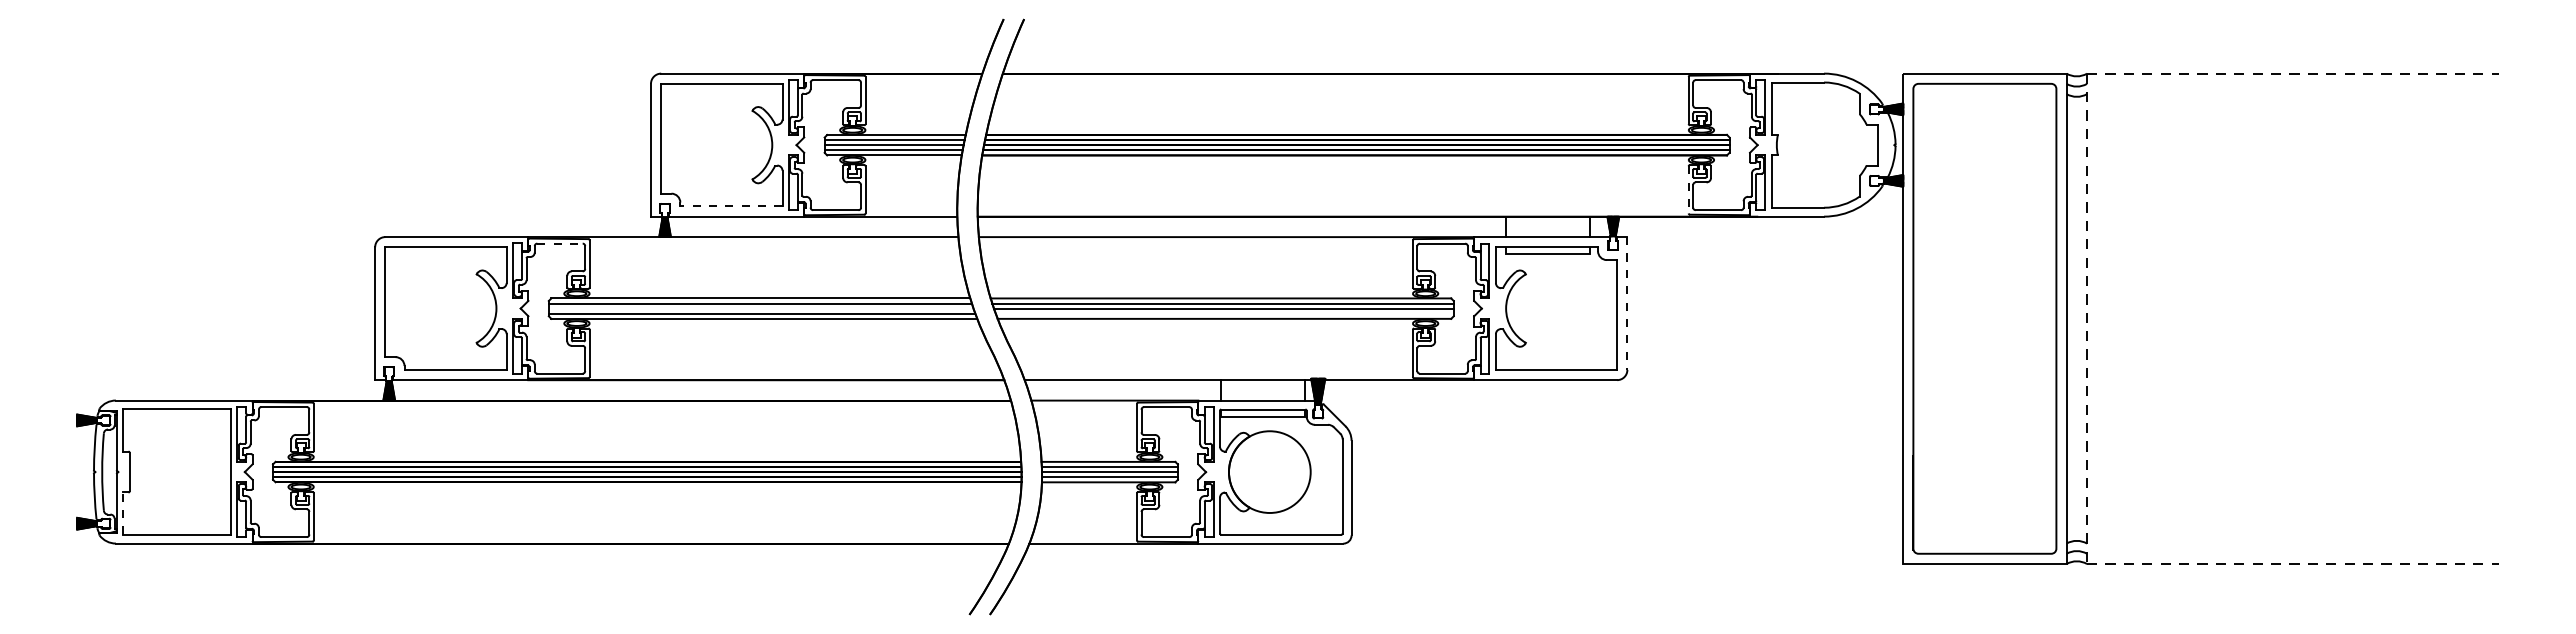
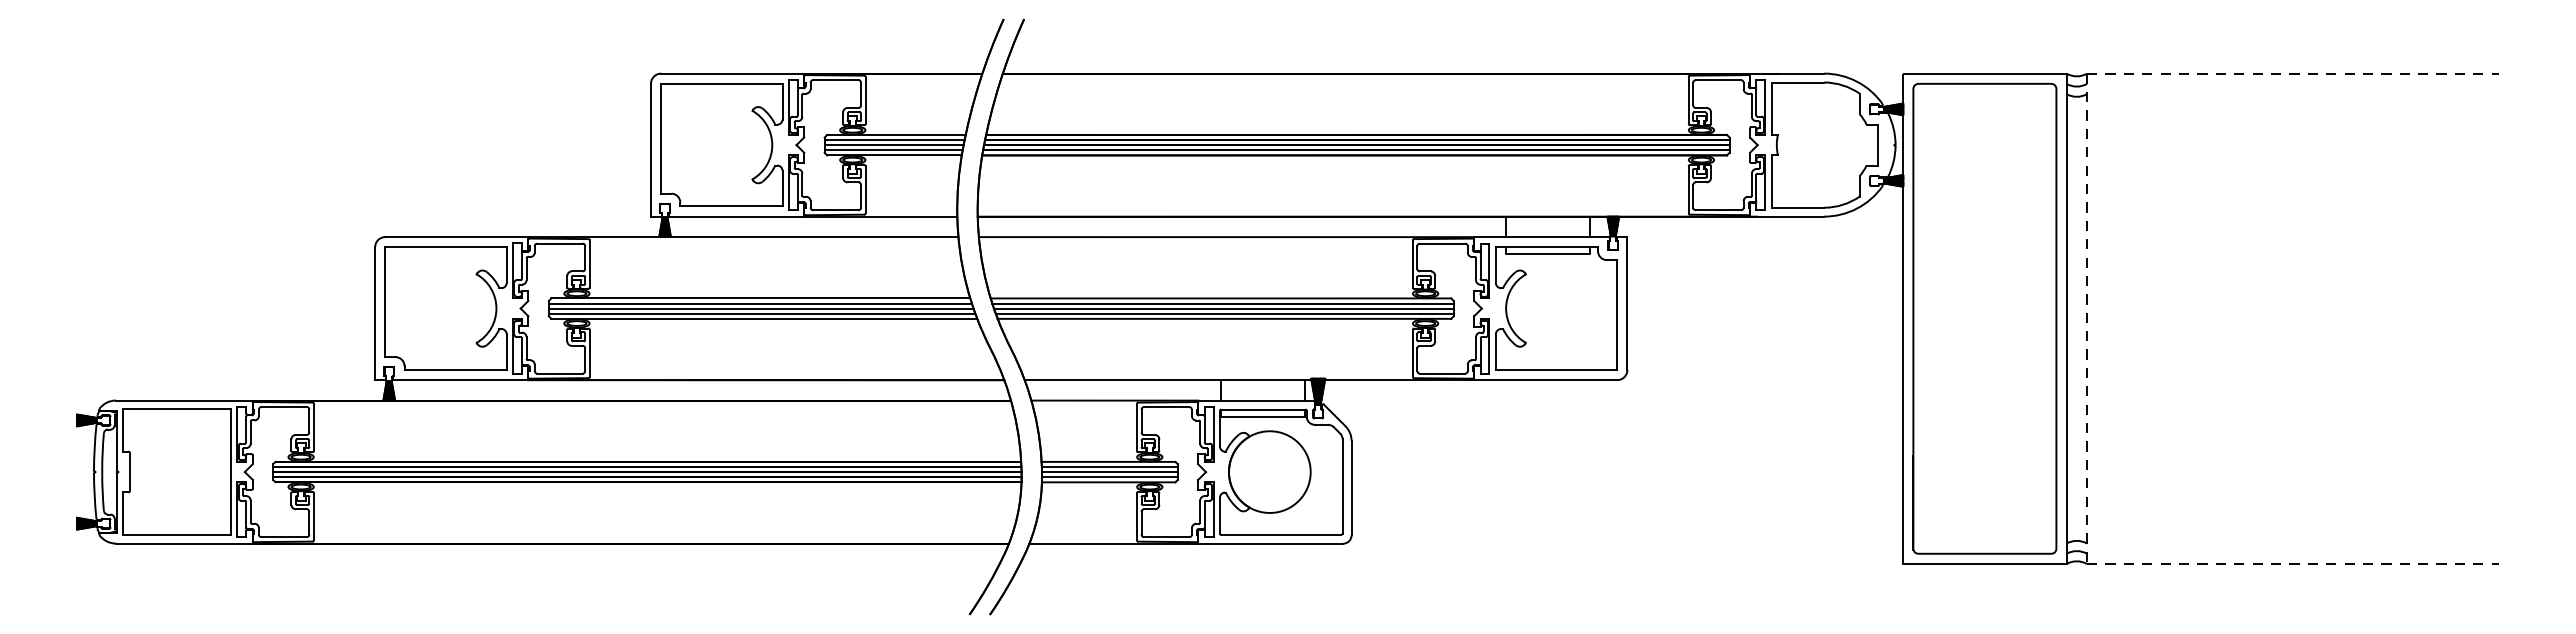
line at (1688, 189): dashed -> solid
line at (730, 206): dashed -> solid
line at (560, 243): dashed -> solid
line at (1627, 304): dashed -> solid
line at (760, 308): none -> present
line at (1224, 313): none -> present
line at (123, 513): dashed -> solid
